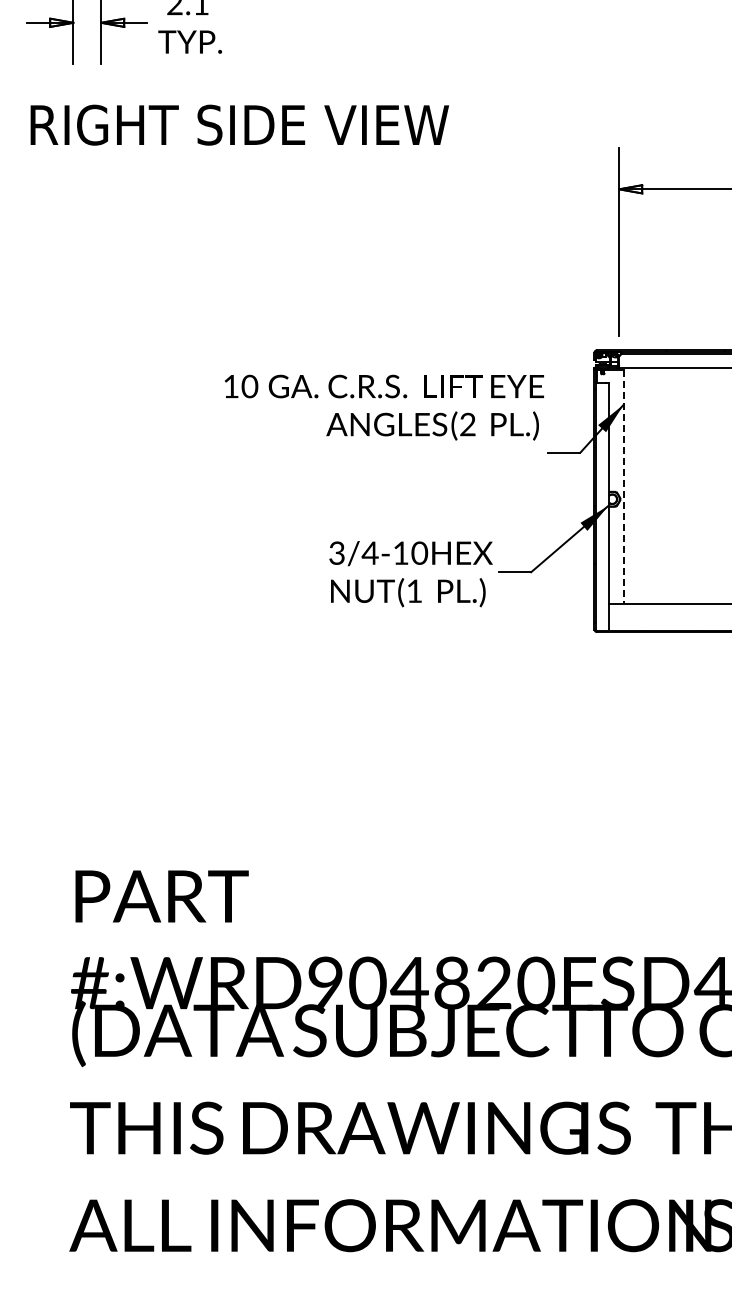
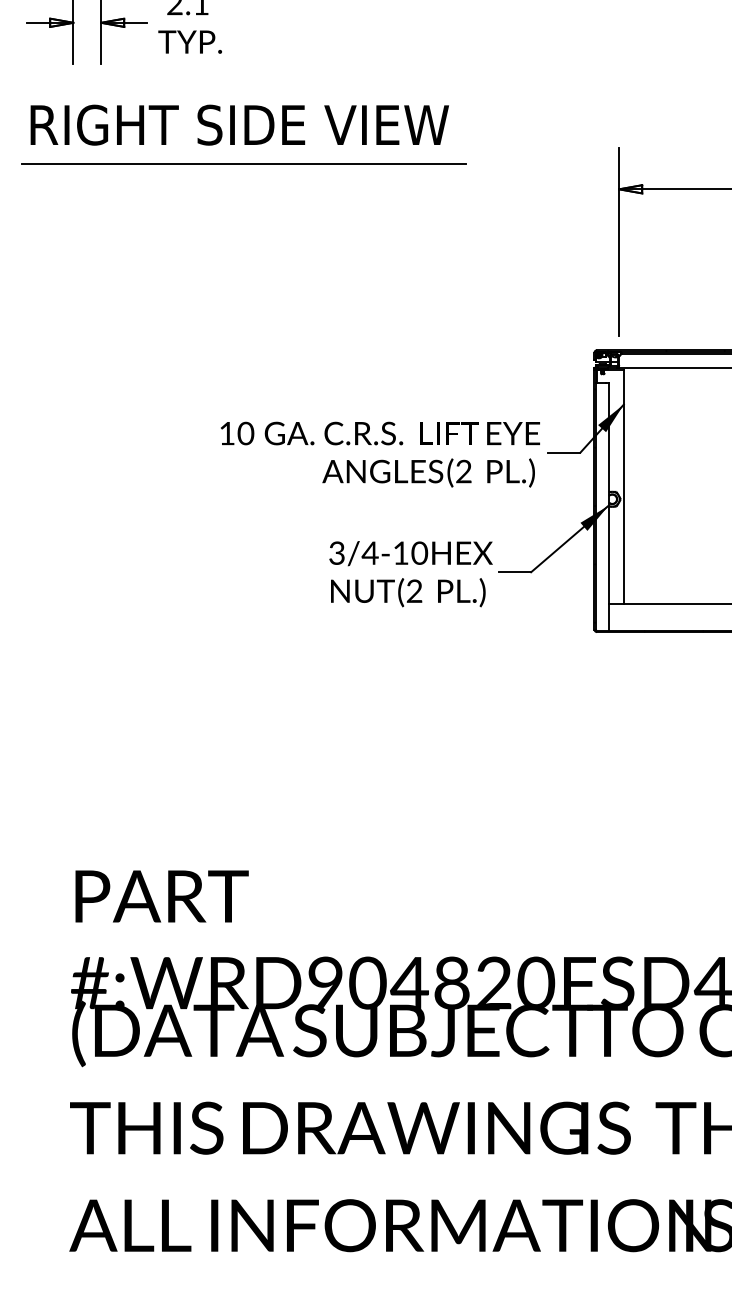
line at (243, 164): none -> present
text at (384, 407) position: (384, 407) -> (380, 454)
line at (623, 487): dashed -> solid
text at (414, 590): (1 -> (2
